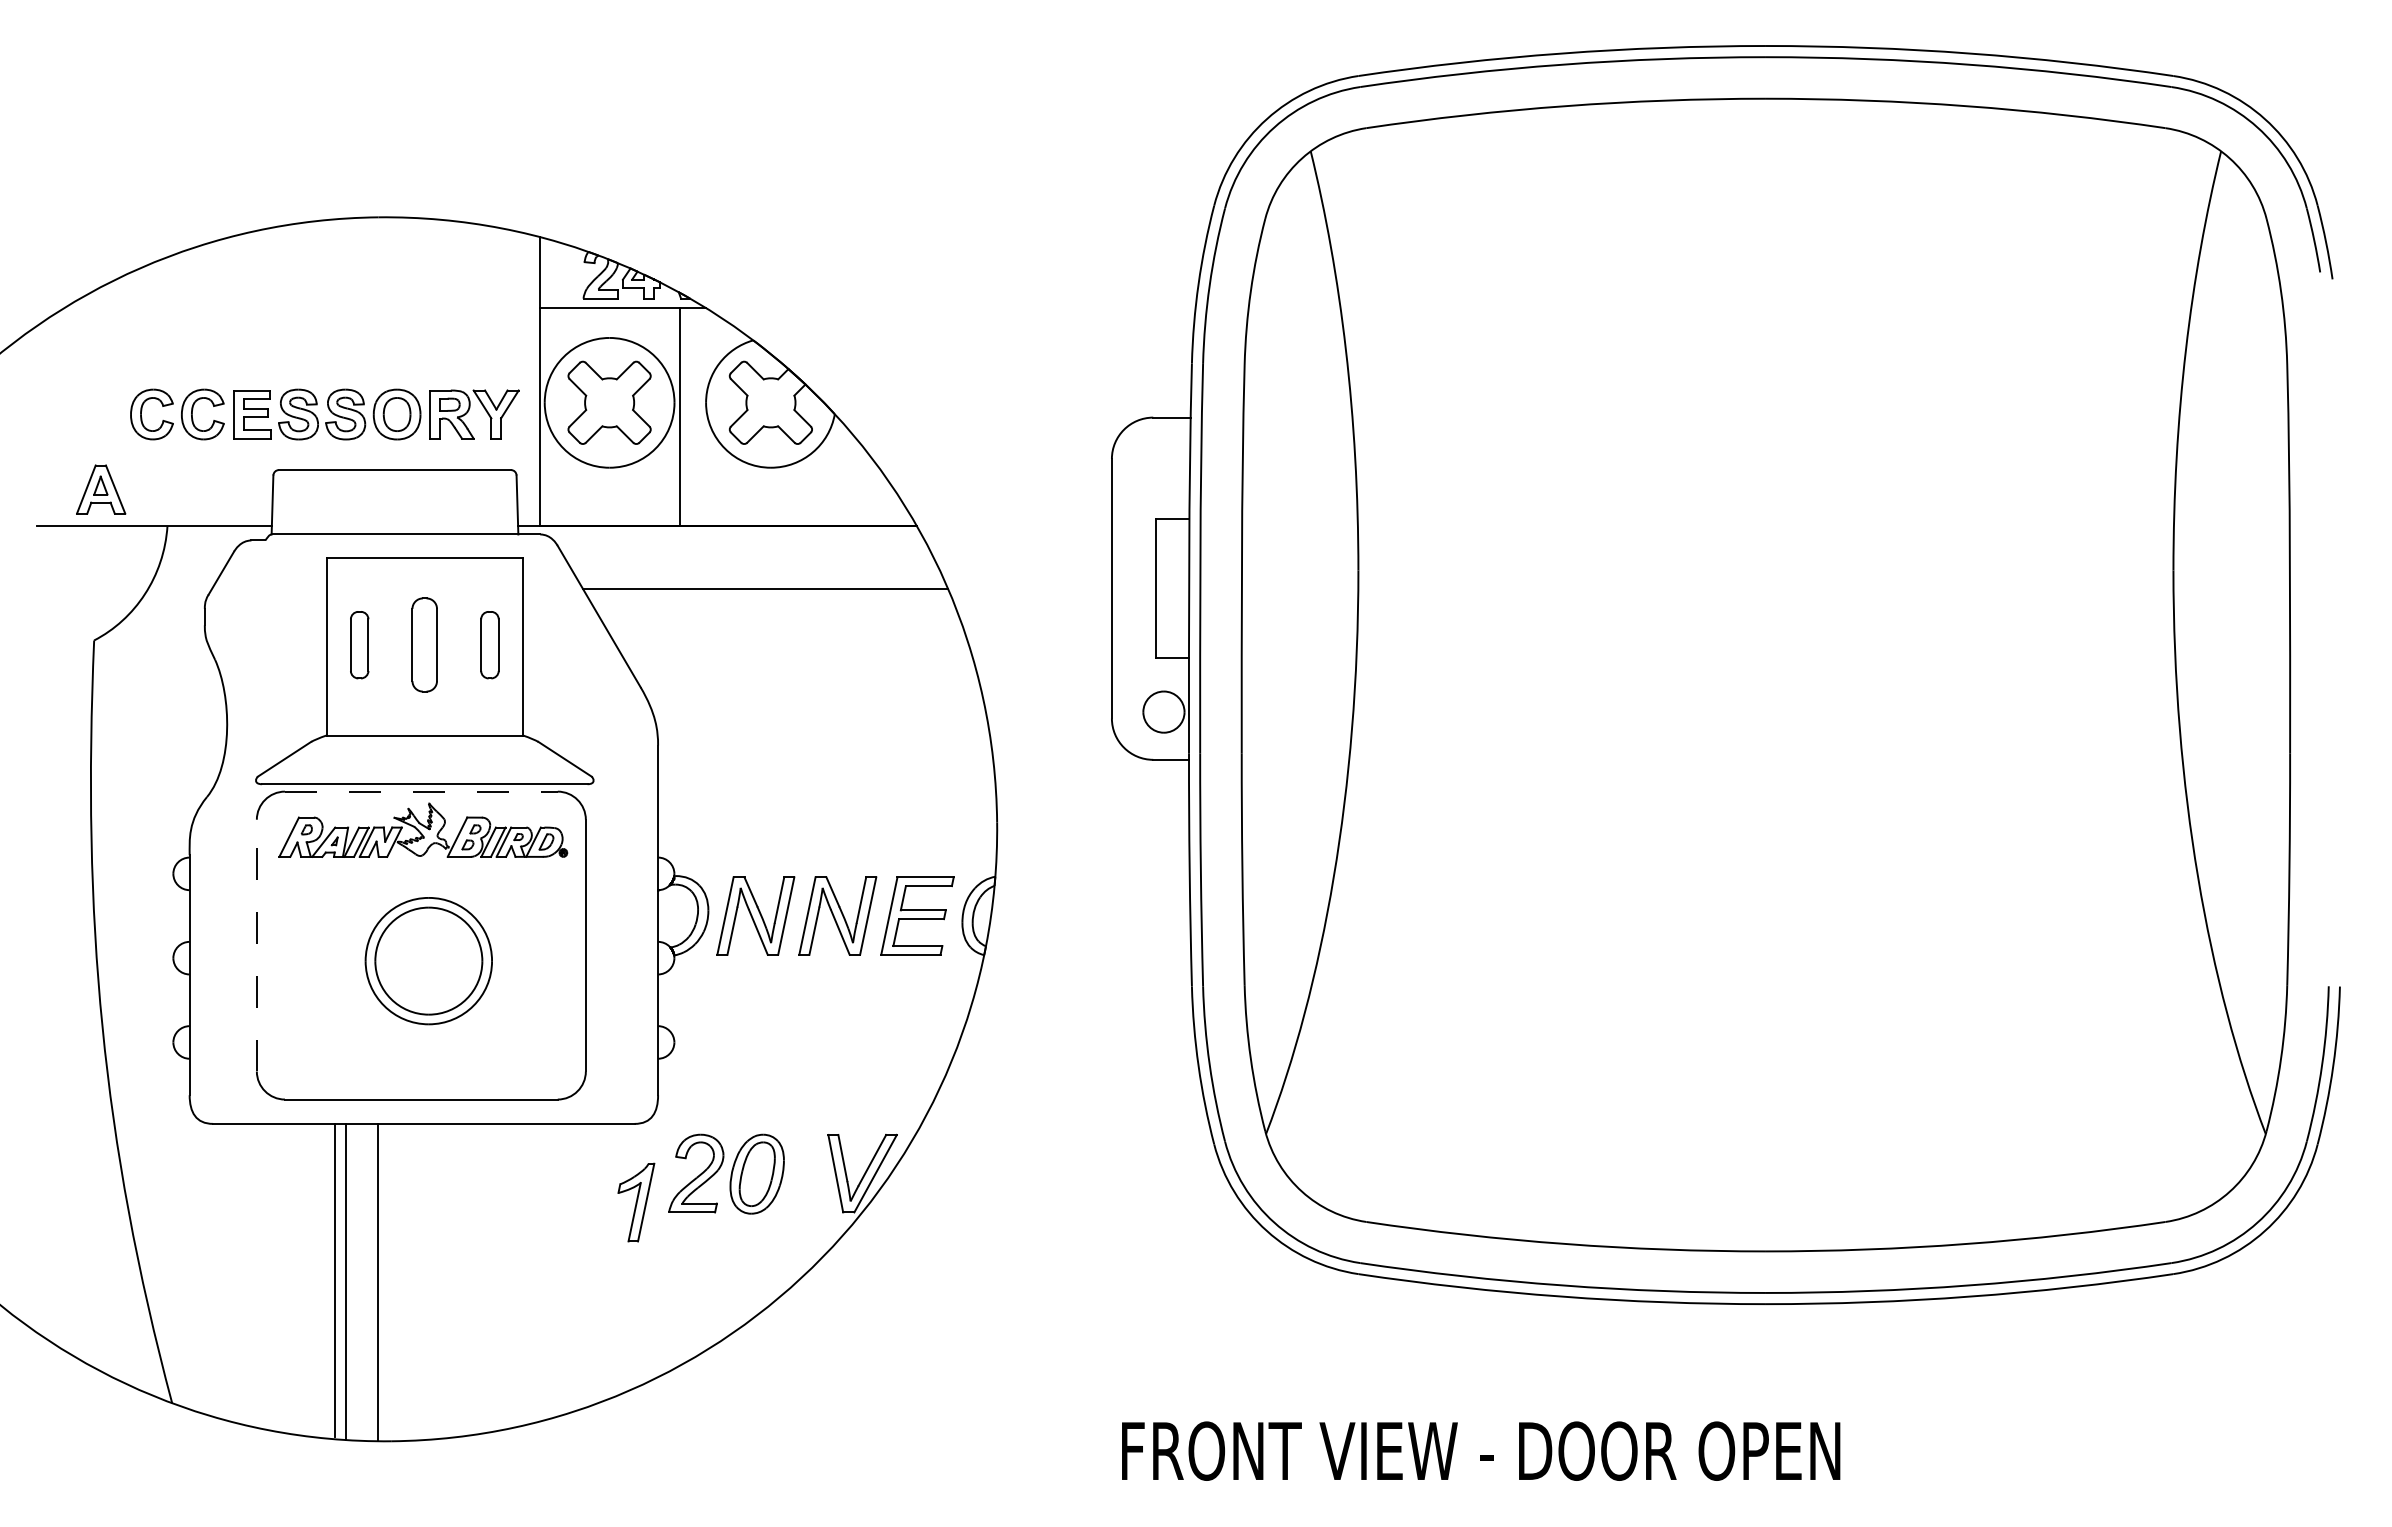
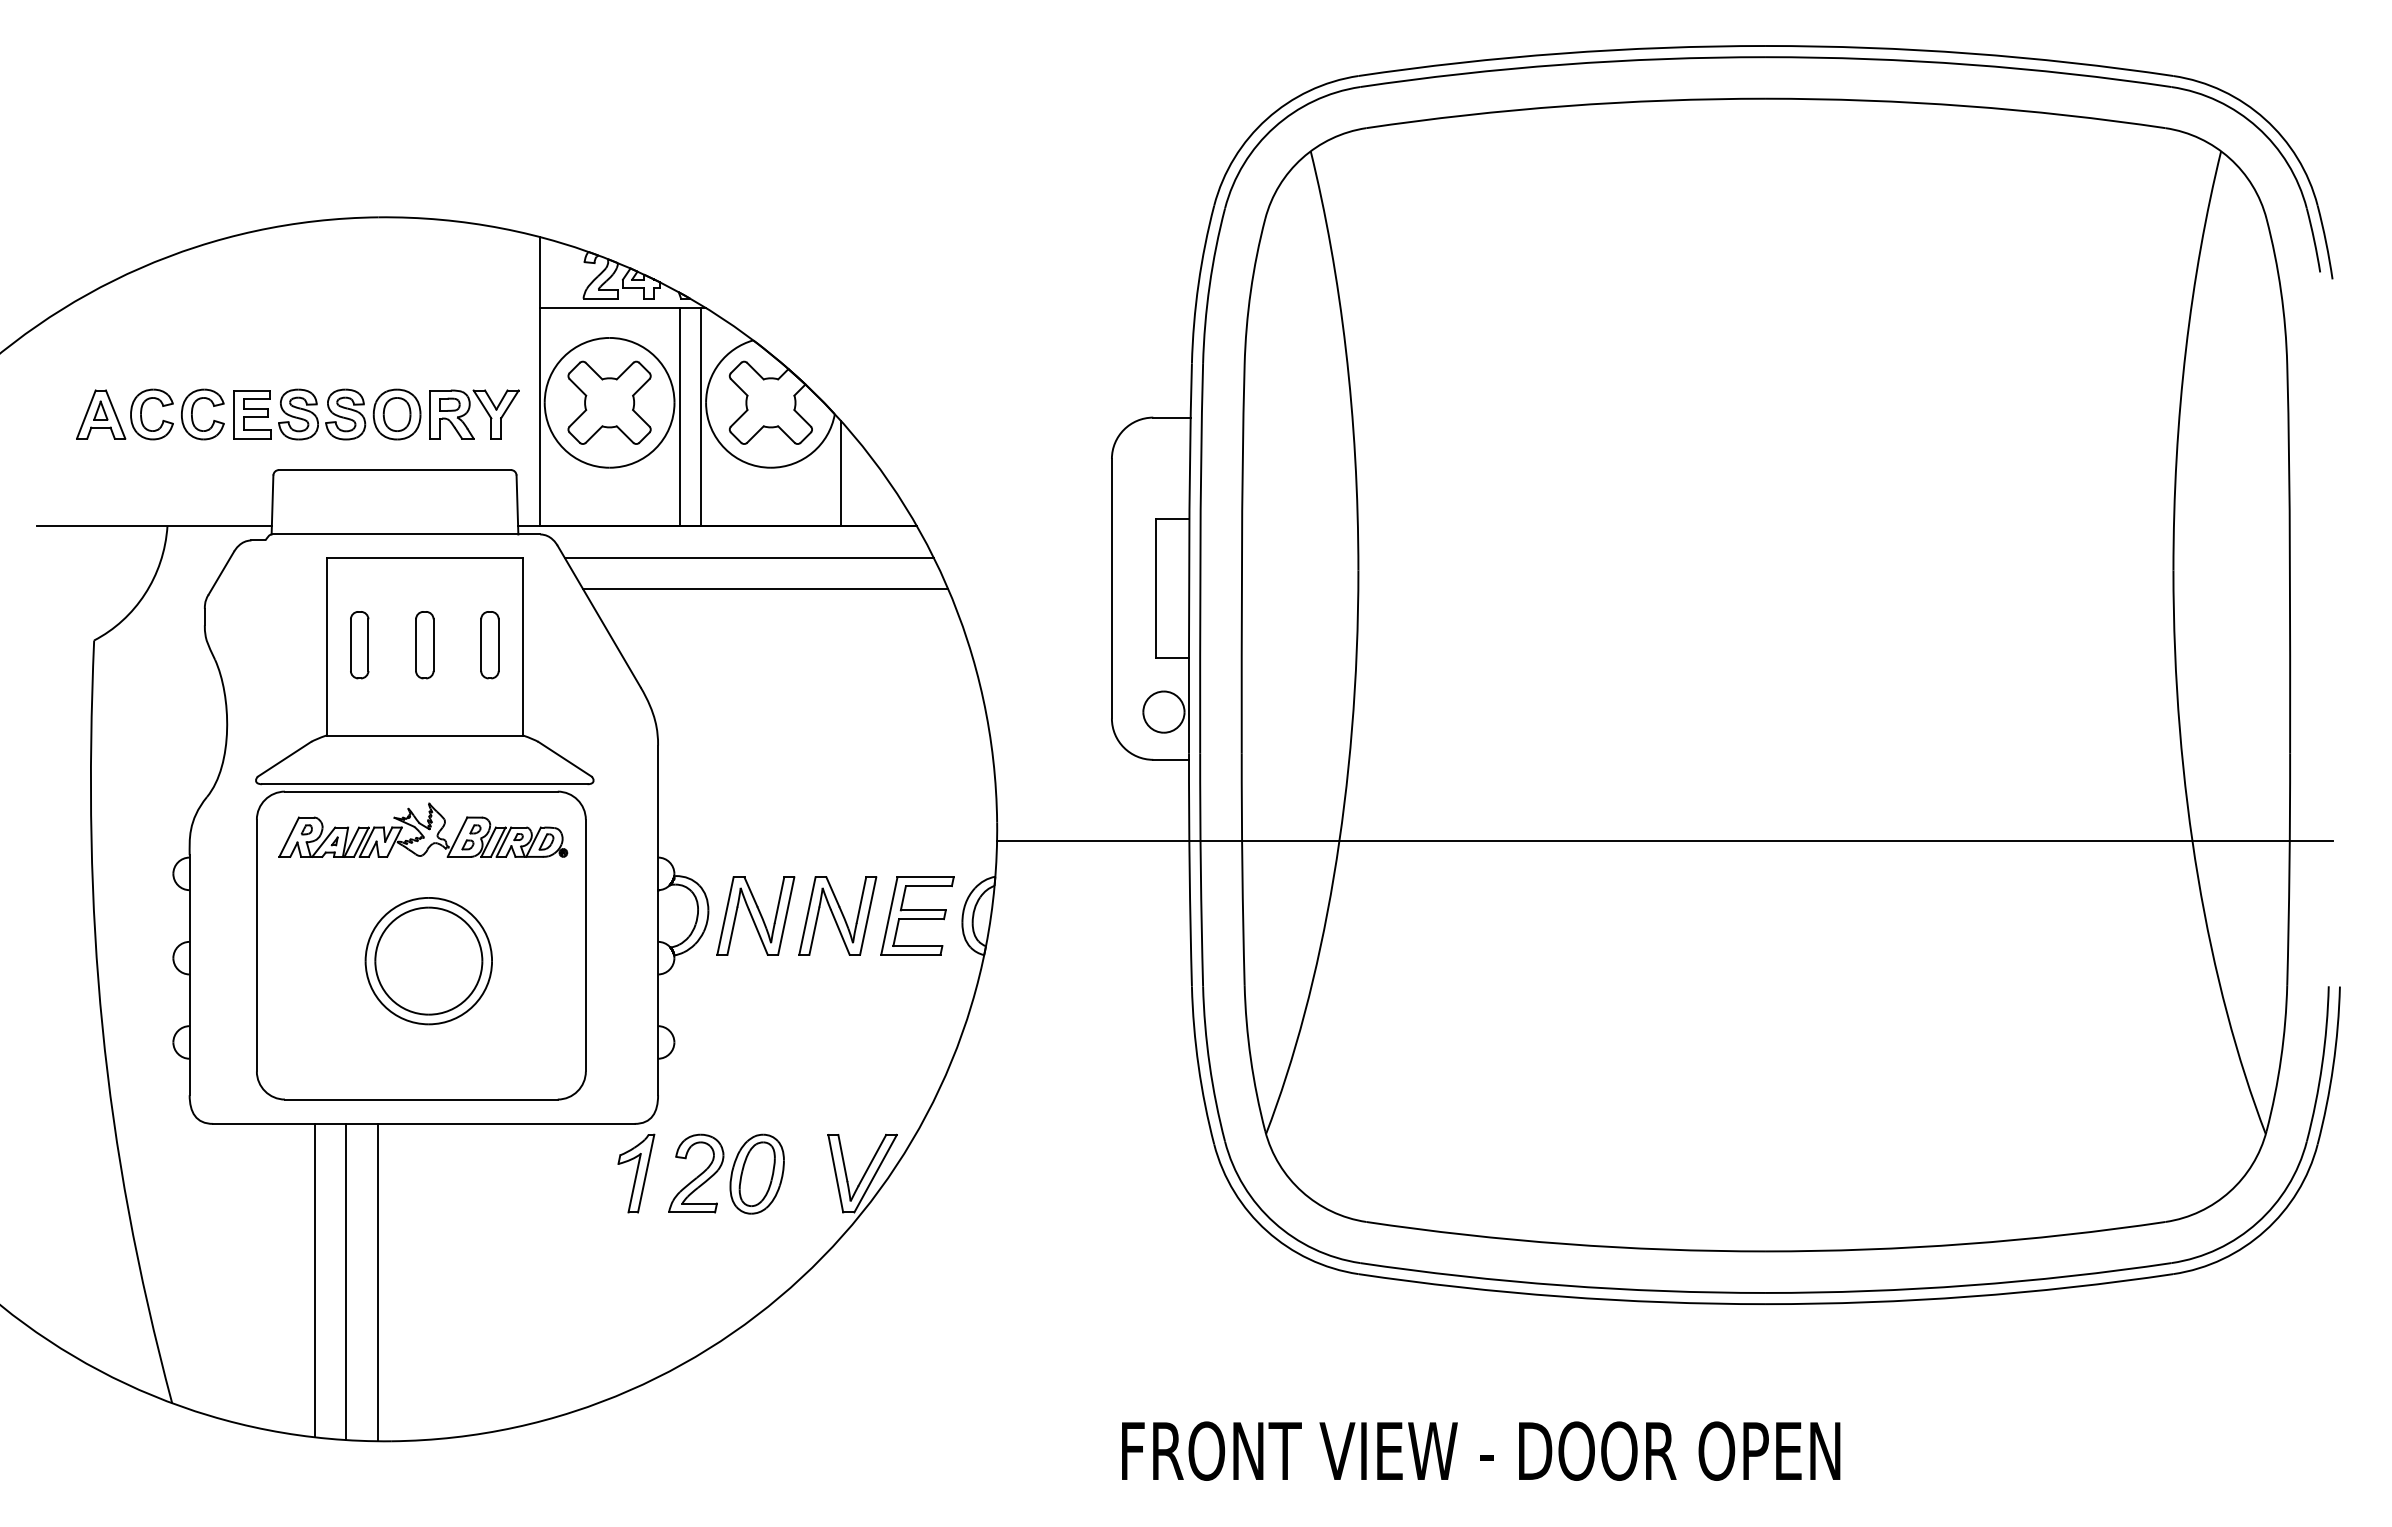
line at (700, 416): none -> present
line at (840, 473): none -> present
part at (101, 489) position: (101, 489) -> (101, 414)
line at (748, 557): none -> present
part at (424, 644) size: 27x96 px -> 20x69 px
line at (421, 791): dashed -> solid
line at (1665, 841): none -> present
line at (256, 945): dashed -> solid
part at (636, 1202) position: (636, 1202) -> (636, 1173)
line at (334, 1280) position: (334, 1280) -> (314, 1280)
